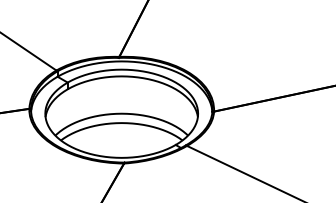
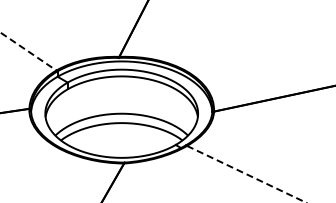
line at (28, 51): solid -> dashed
line at (247, 174): solid -> dashed
